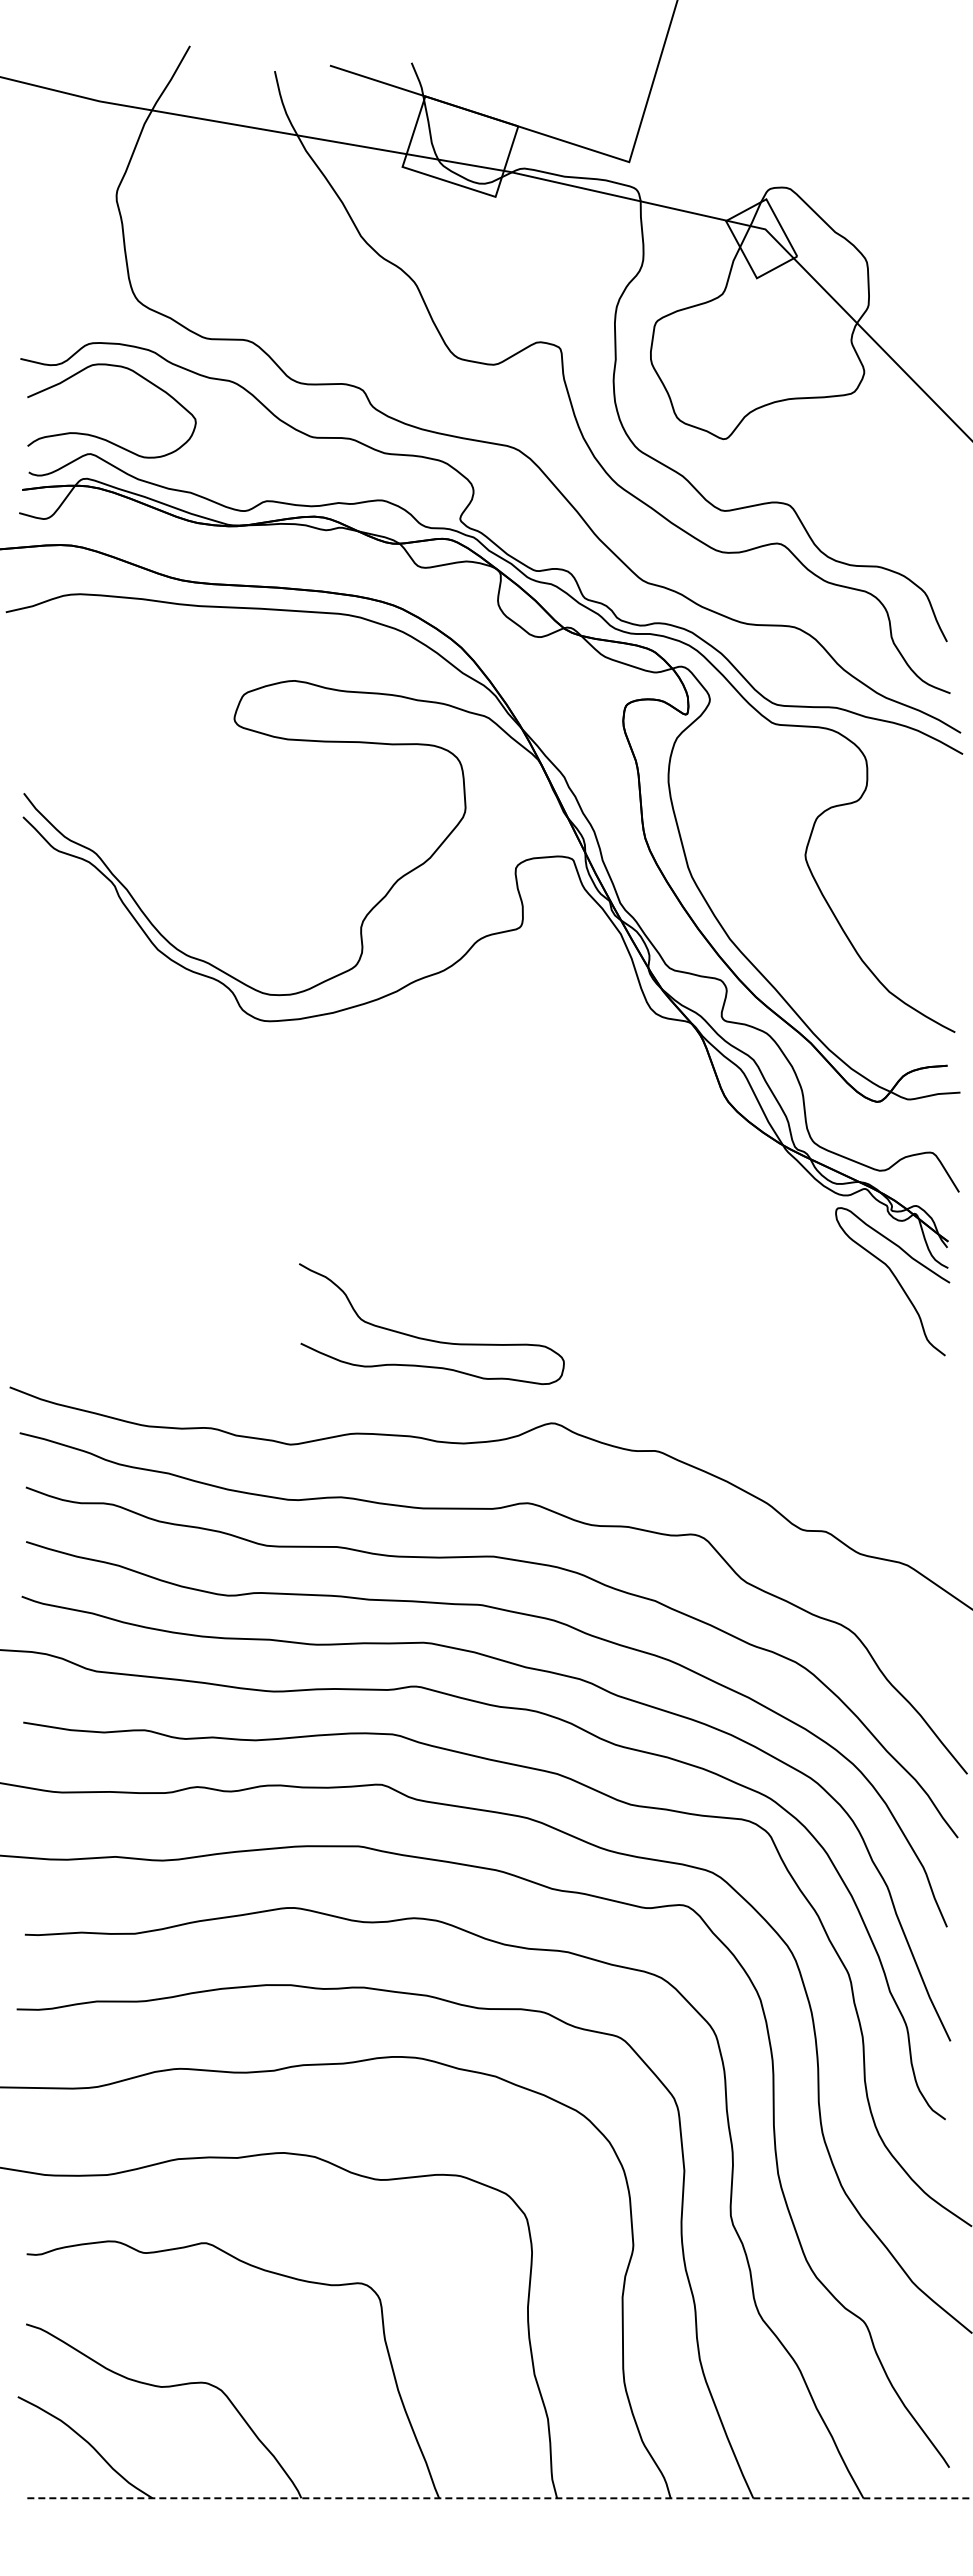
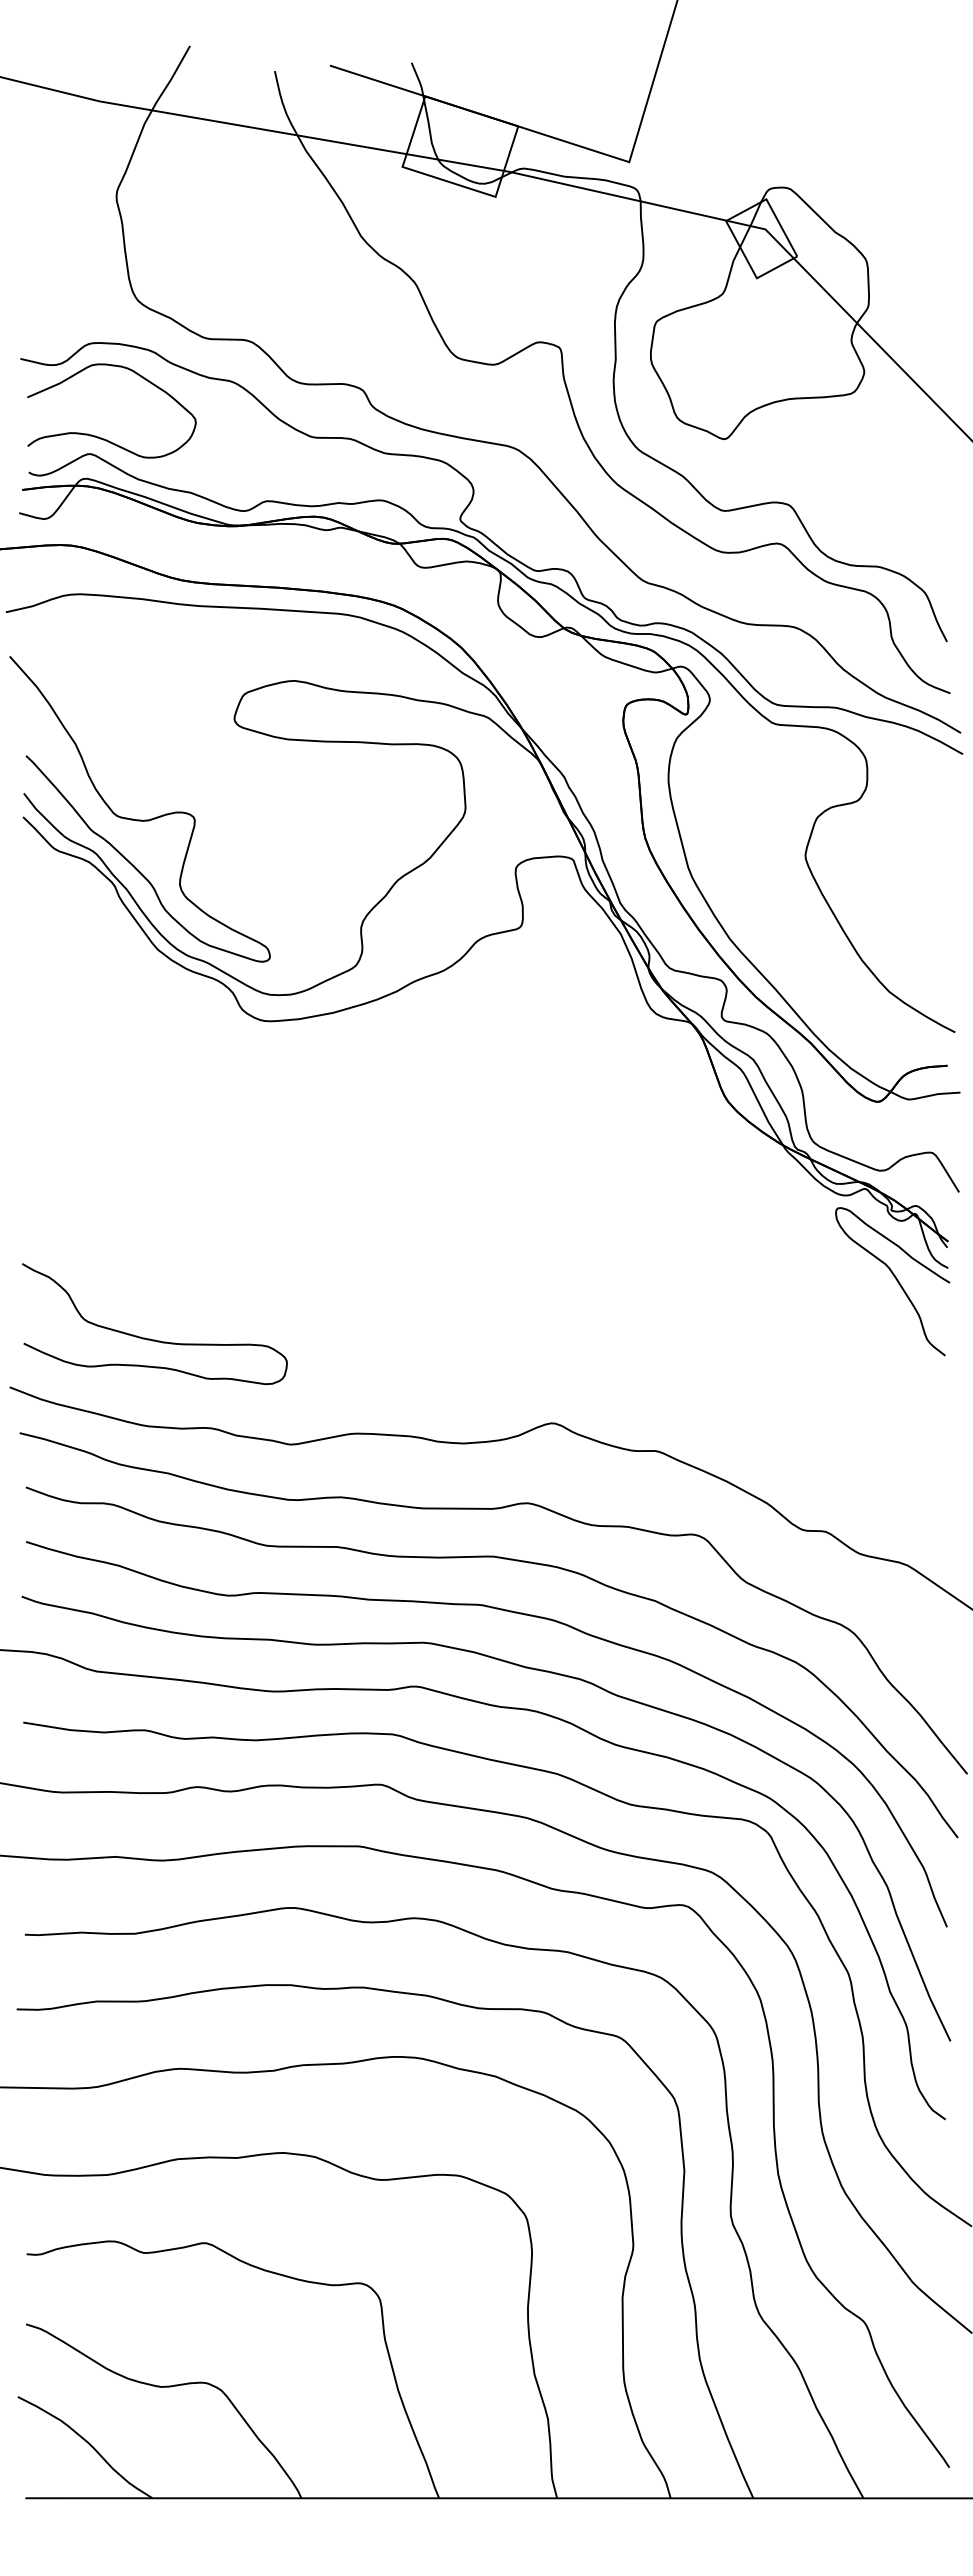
curve at (139, 819): none -> present
curve at (427, 1338) position: (427, 1338) -> (150, 1338)
line at (498, 2498): dashed -> solid
